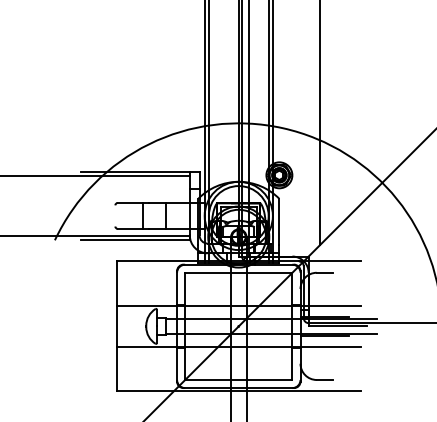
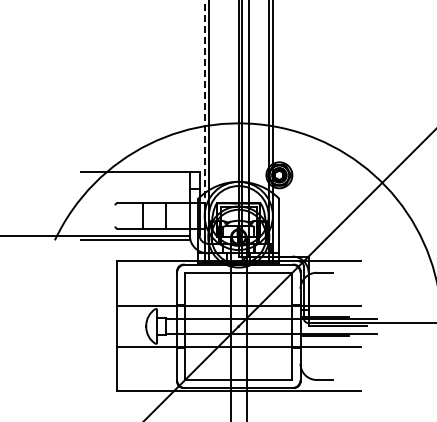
line at (204, 102): solid -> dashed
line at (320, 123): present -> none
line at (95, 176): present -> none
